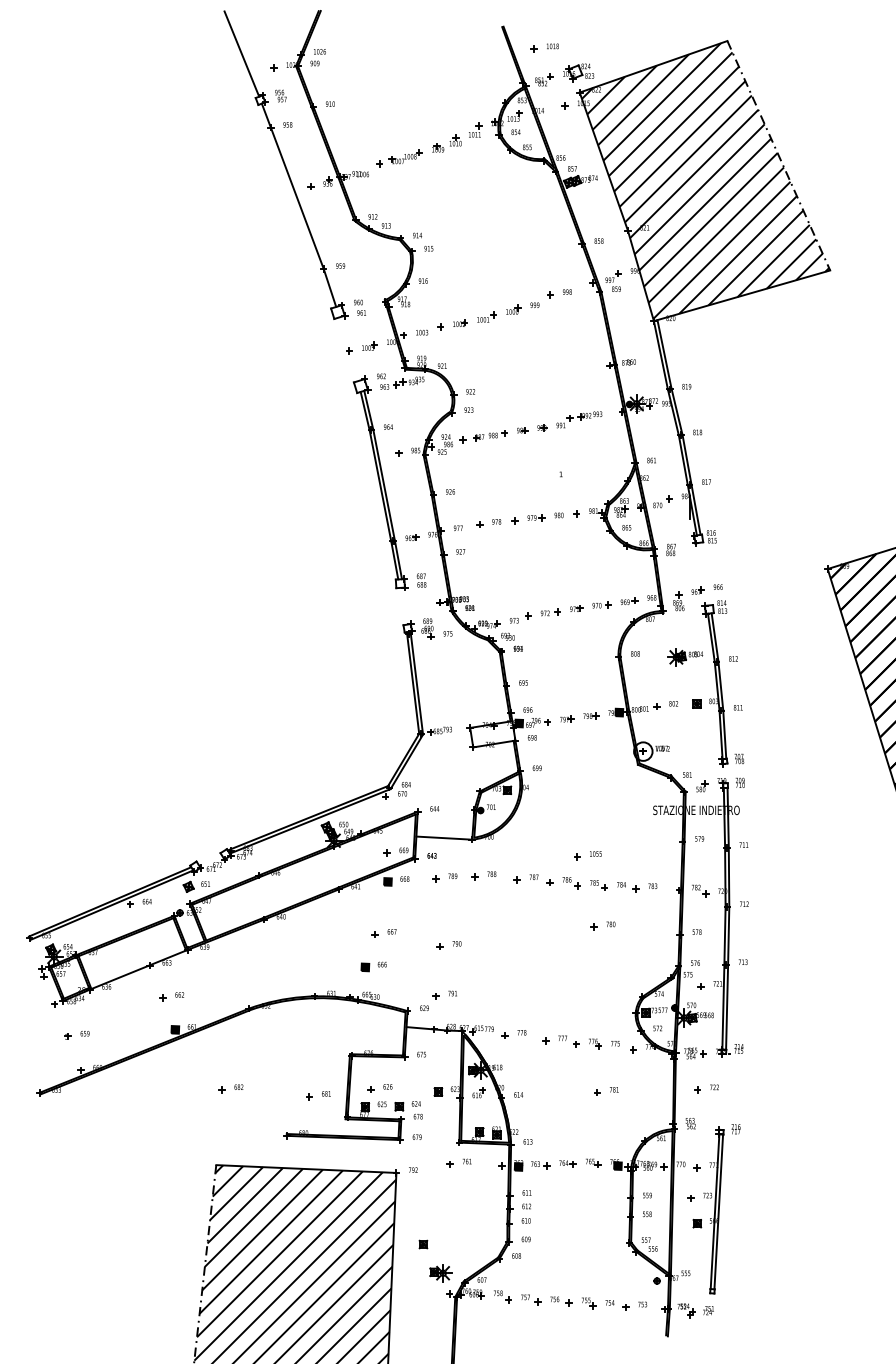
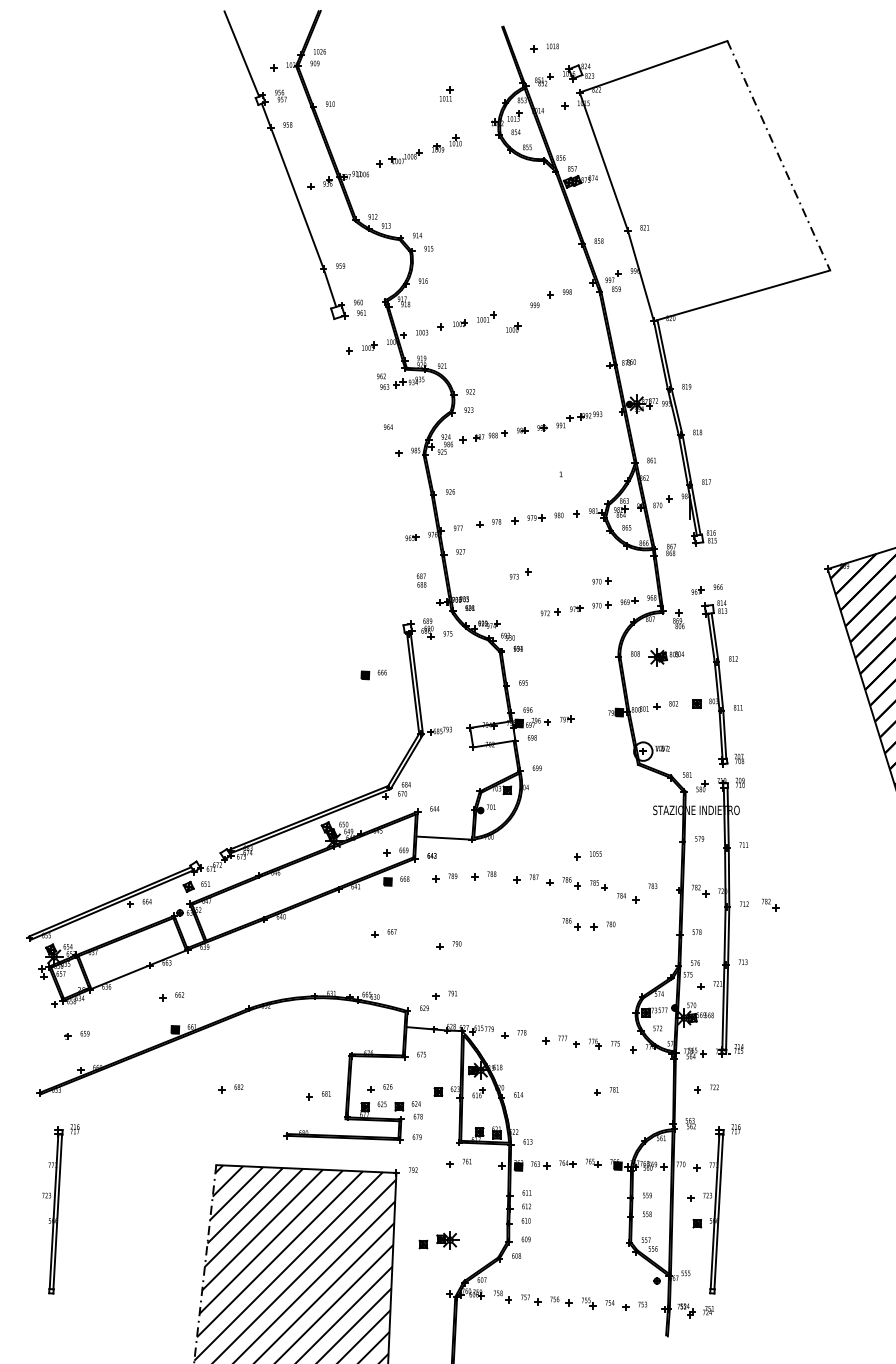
part at (475, 129) position: (475, 129) -> (446, 93)
hatch at (705, 180): present -> none
part at (513, 309) position: (513, 309) -> (513, 327)
part at (380, 482): present -> none
part at (601, 580): none -> present
part at (678, 601) position: (678, 601) -> (678, 619)
part at (520, 617) position: (520, 617) -> (520, 573)
part at (685, 657) position: (685, 657) -> (666, 657)
part at (591, 715): present -> none
part at (628, 887) position: (628, 887) -> (628, 898)
part at (770, 904): none -> present
part at (571, 924): none -> present
part at (373, 966) position: (373, 966) -> (373, 674)
part at (60, 1209): none -> present
part at (440, 1273) position: (440, 1273) -> (447, 1240)
